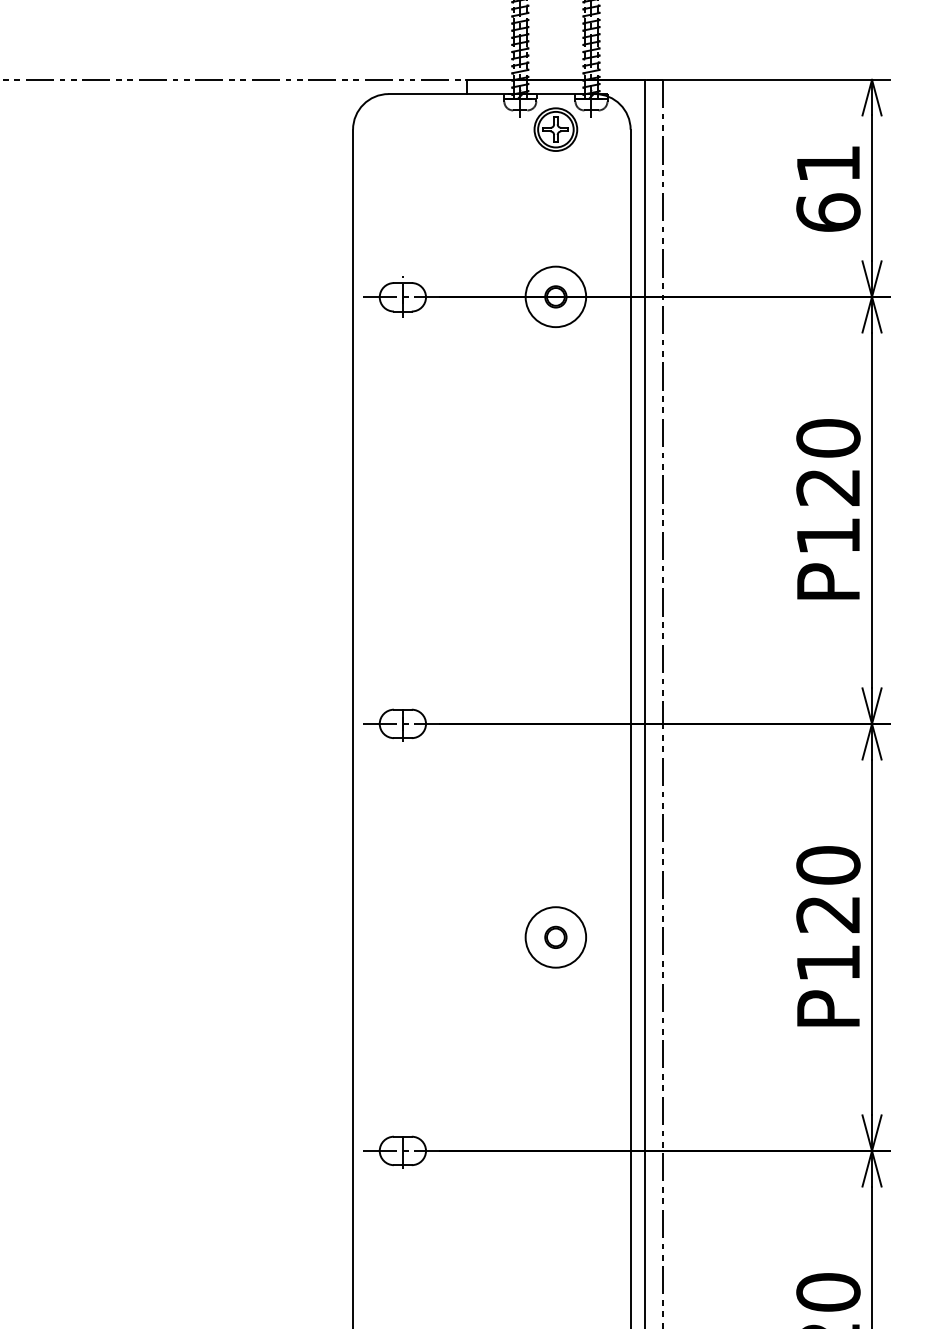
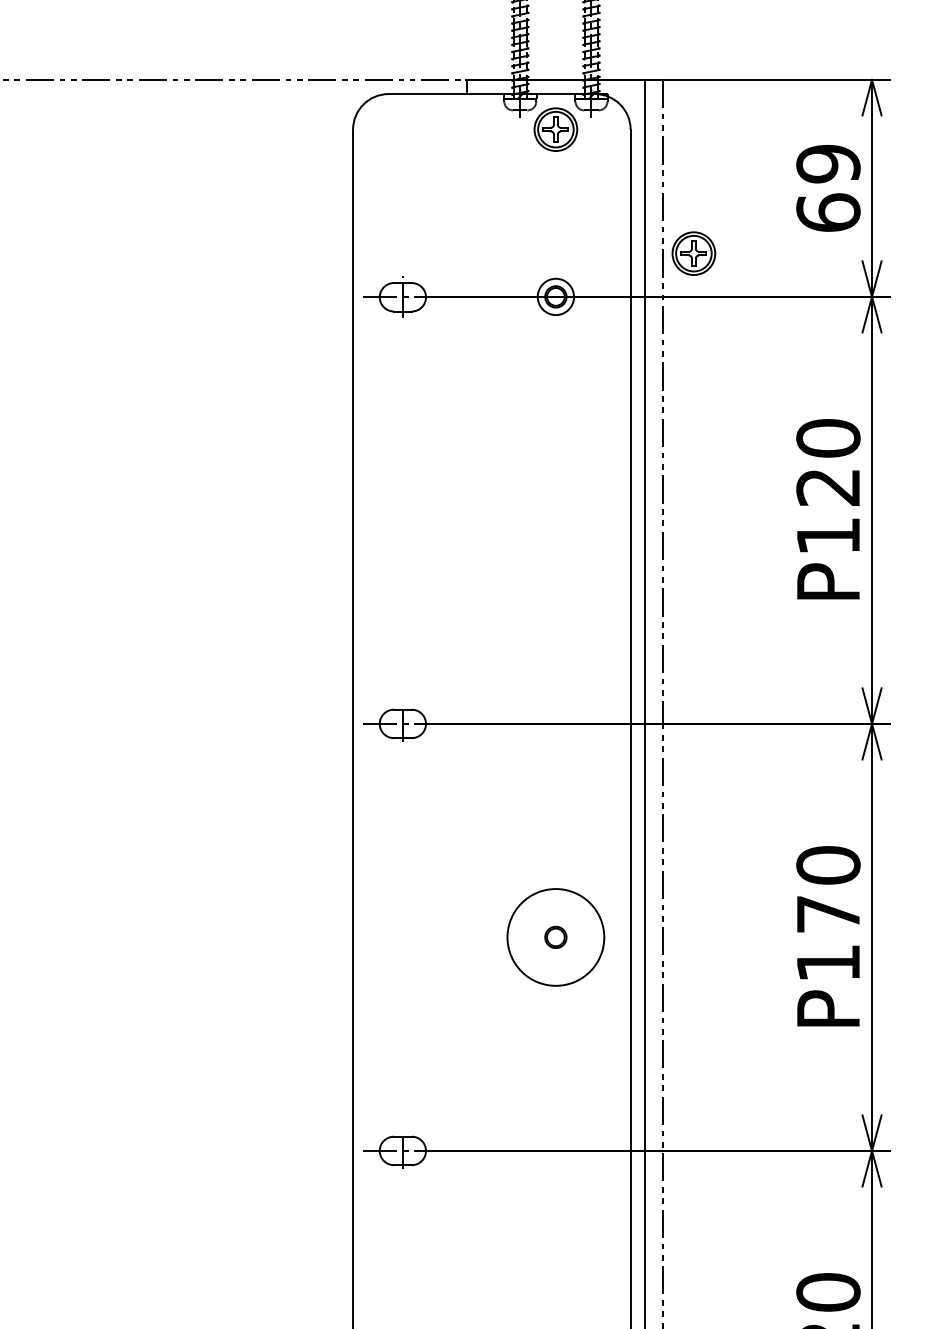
text at (828, 163): 61 -> 69
part at (693, 253): none -> present
circle at (555, 296) diameter: 60 px -> 36 px
text at (827, 914): P120 -> P170
circle at (555, 937) diameter: 60 px -> 97 px
